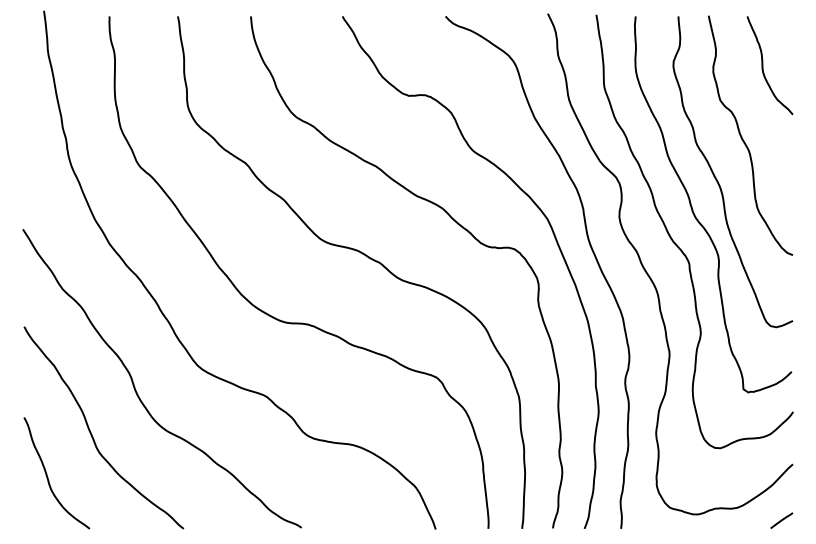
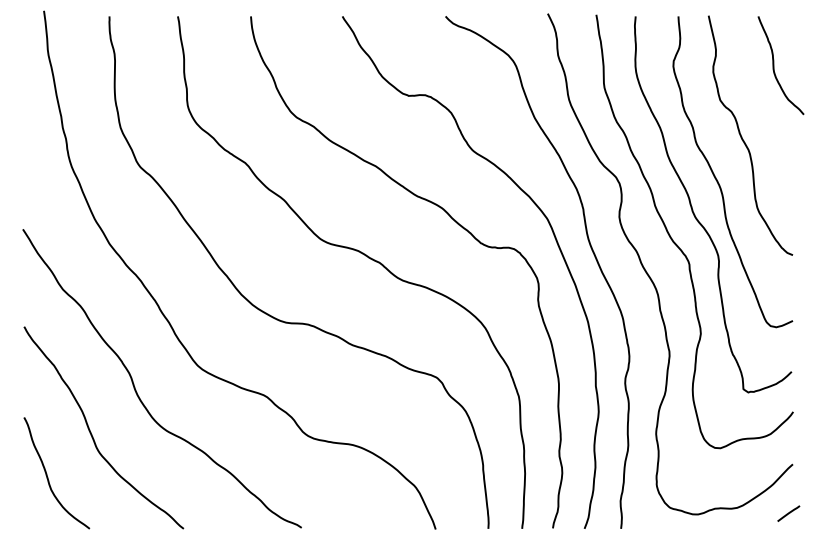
curve at (763, 65) position: (763, 65) -> (774, 65)
line at (781, 520) position: (781, 520) -> (788, 513)
